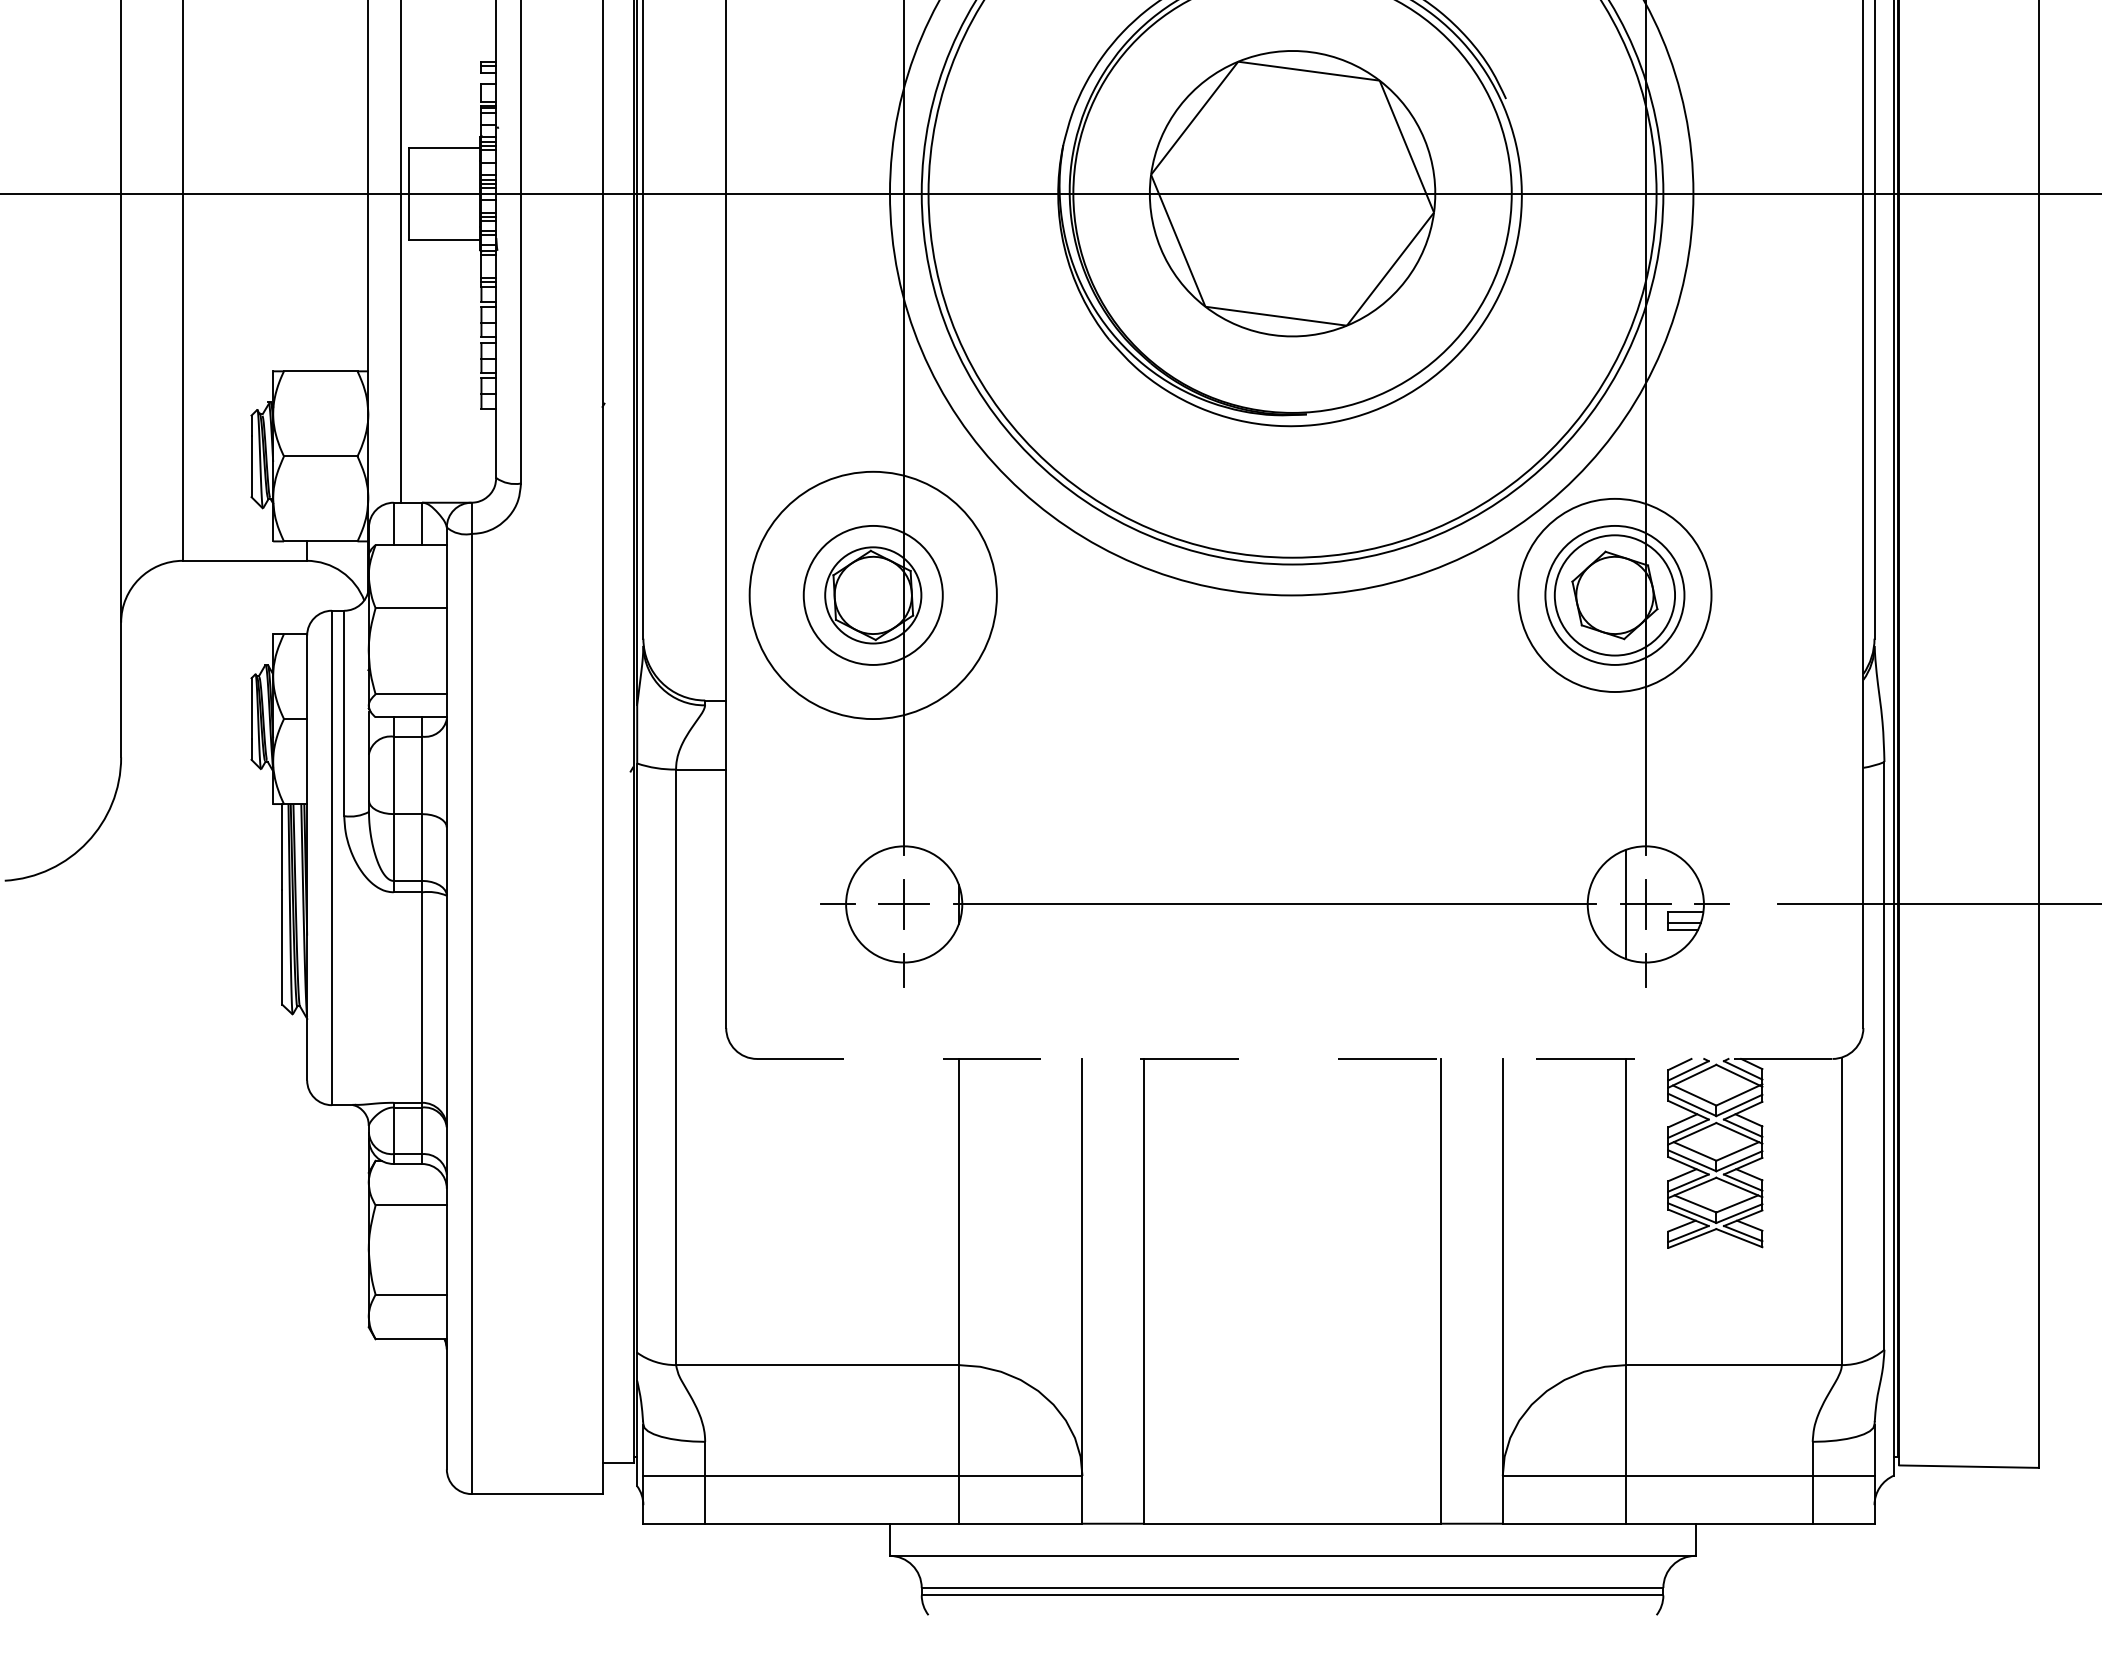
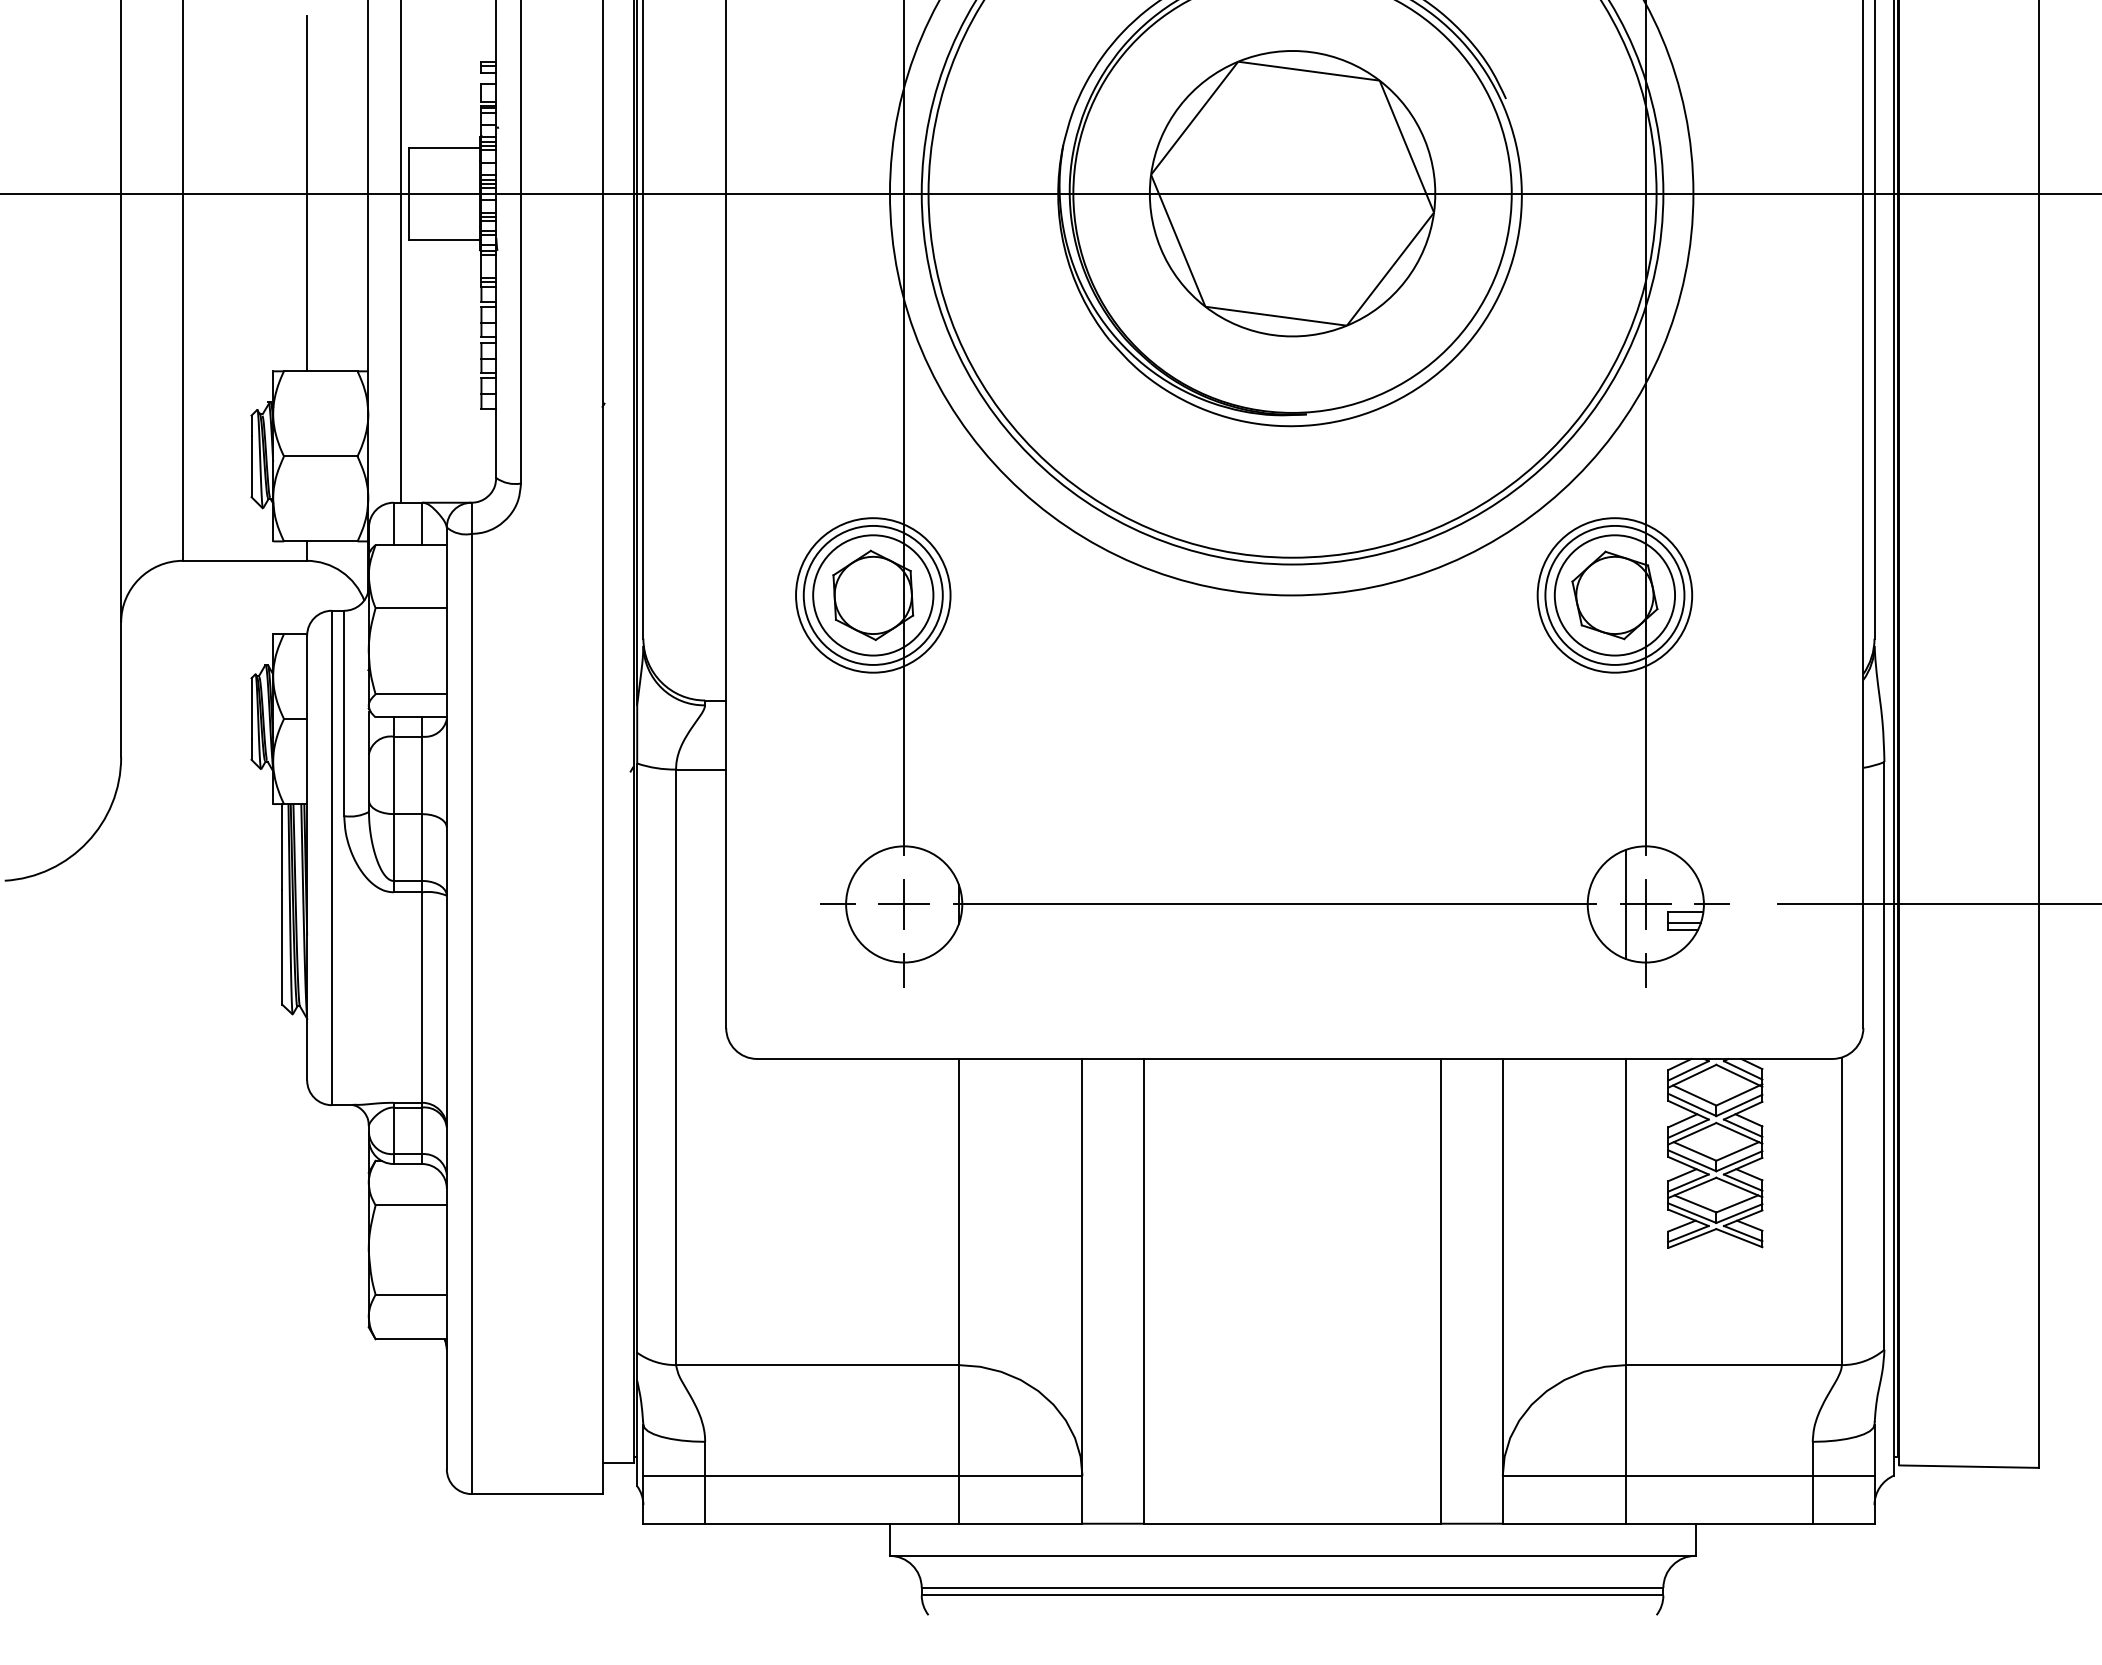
line at (306, 193): none -> present
circle at (872, 595) diameter: 247 px -> 155 px
circle at (873, 595) diameter: 96 px -> 120 px
circle at (1614, 595) diameter: 193 px -> 155 px
line at (1294, 1058): dashed -> solid
